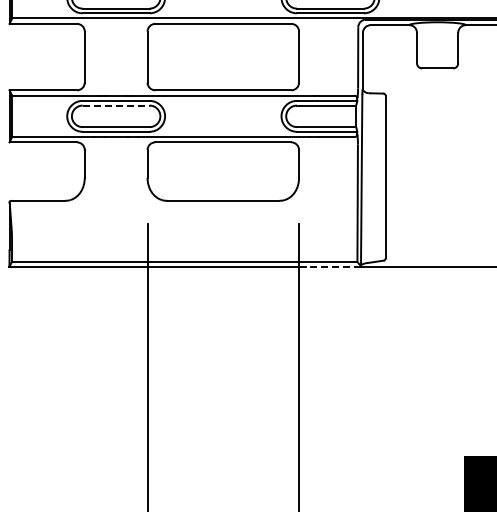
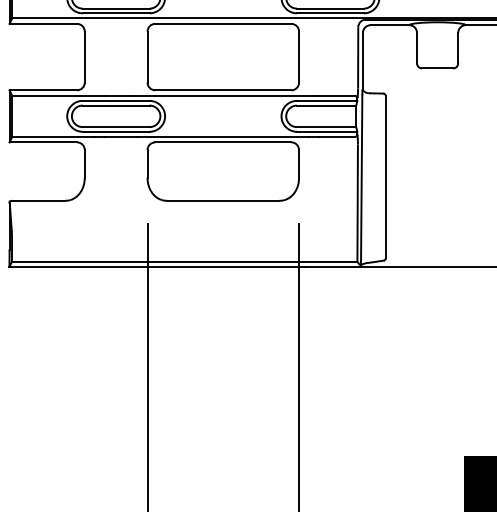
line at (116, 105): dashed -> solid
line at (333, 266): dashed -> solid
